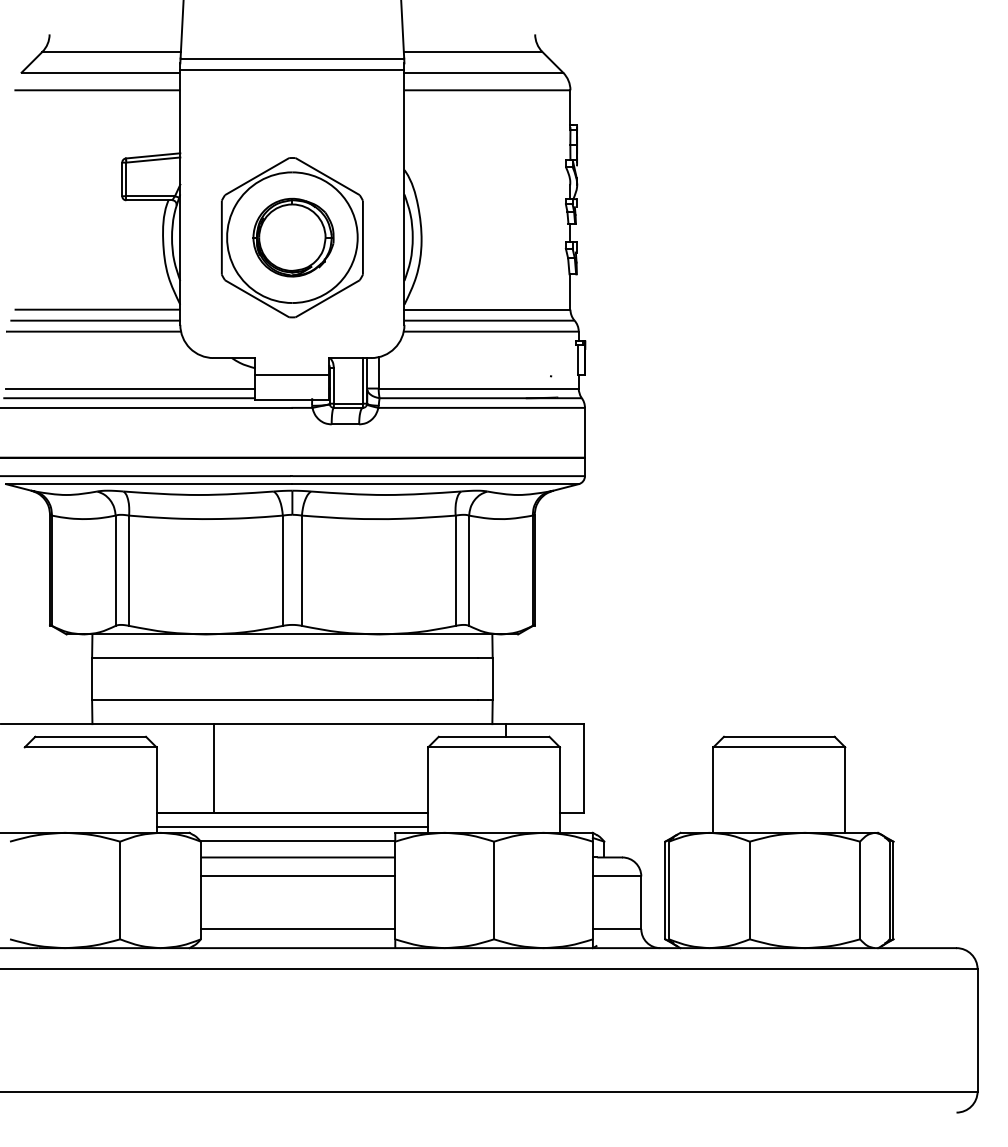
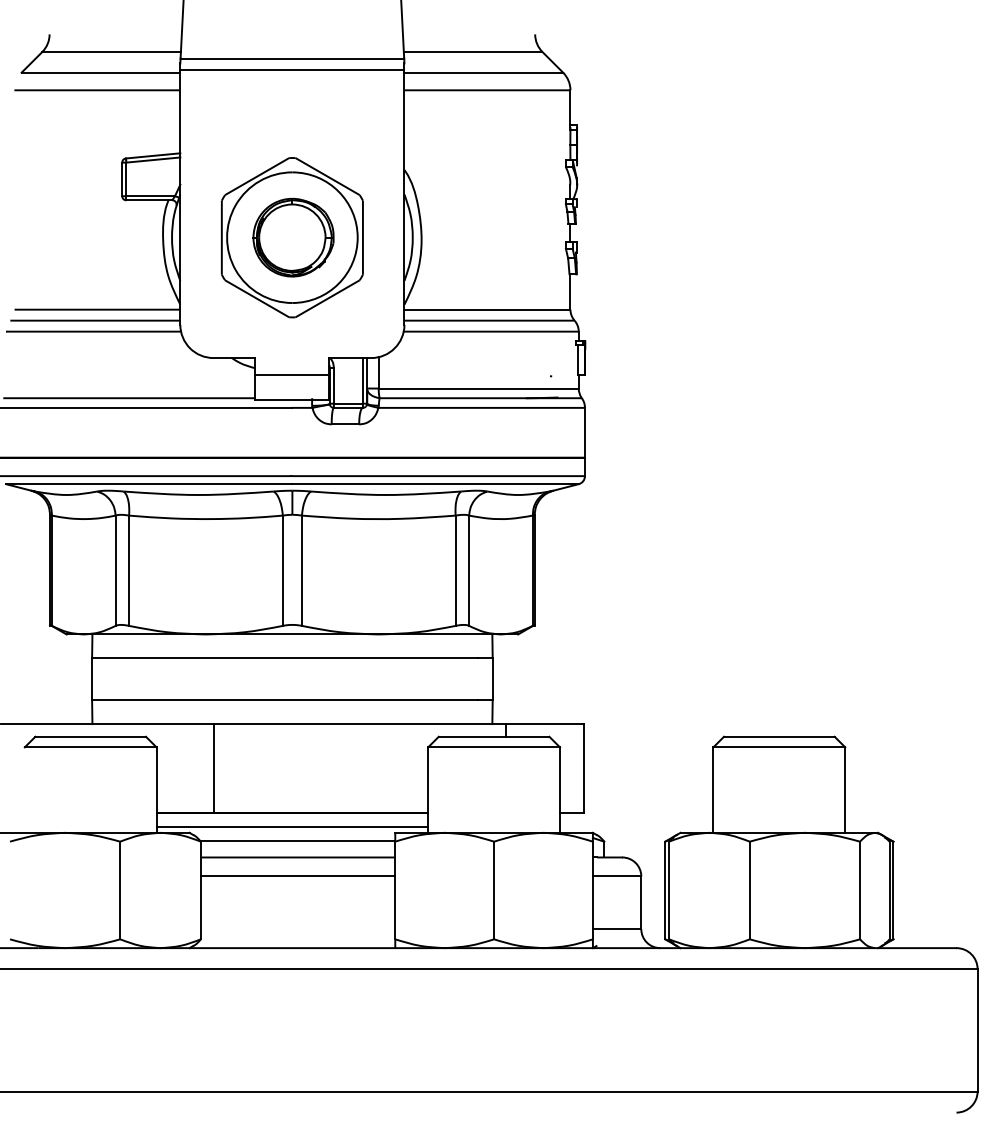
line at (130, 388): present -> none
line at (297, 929): present -> none
